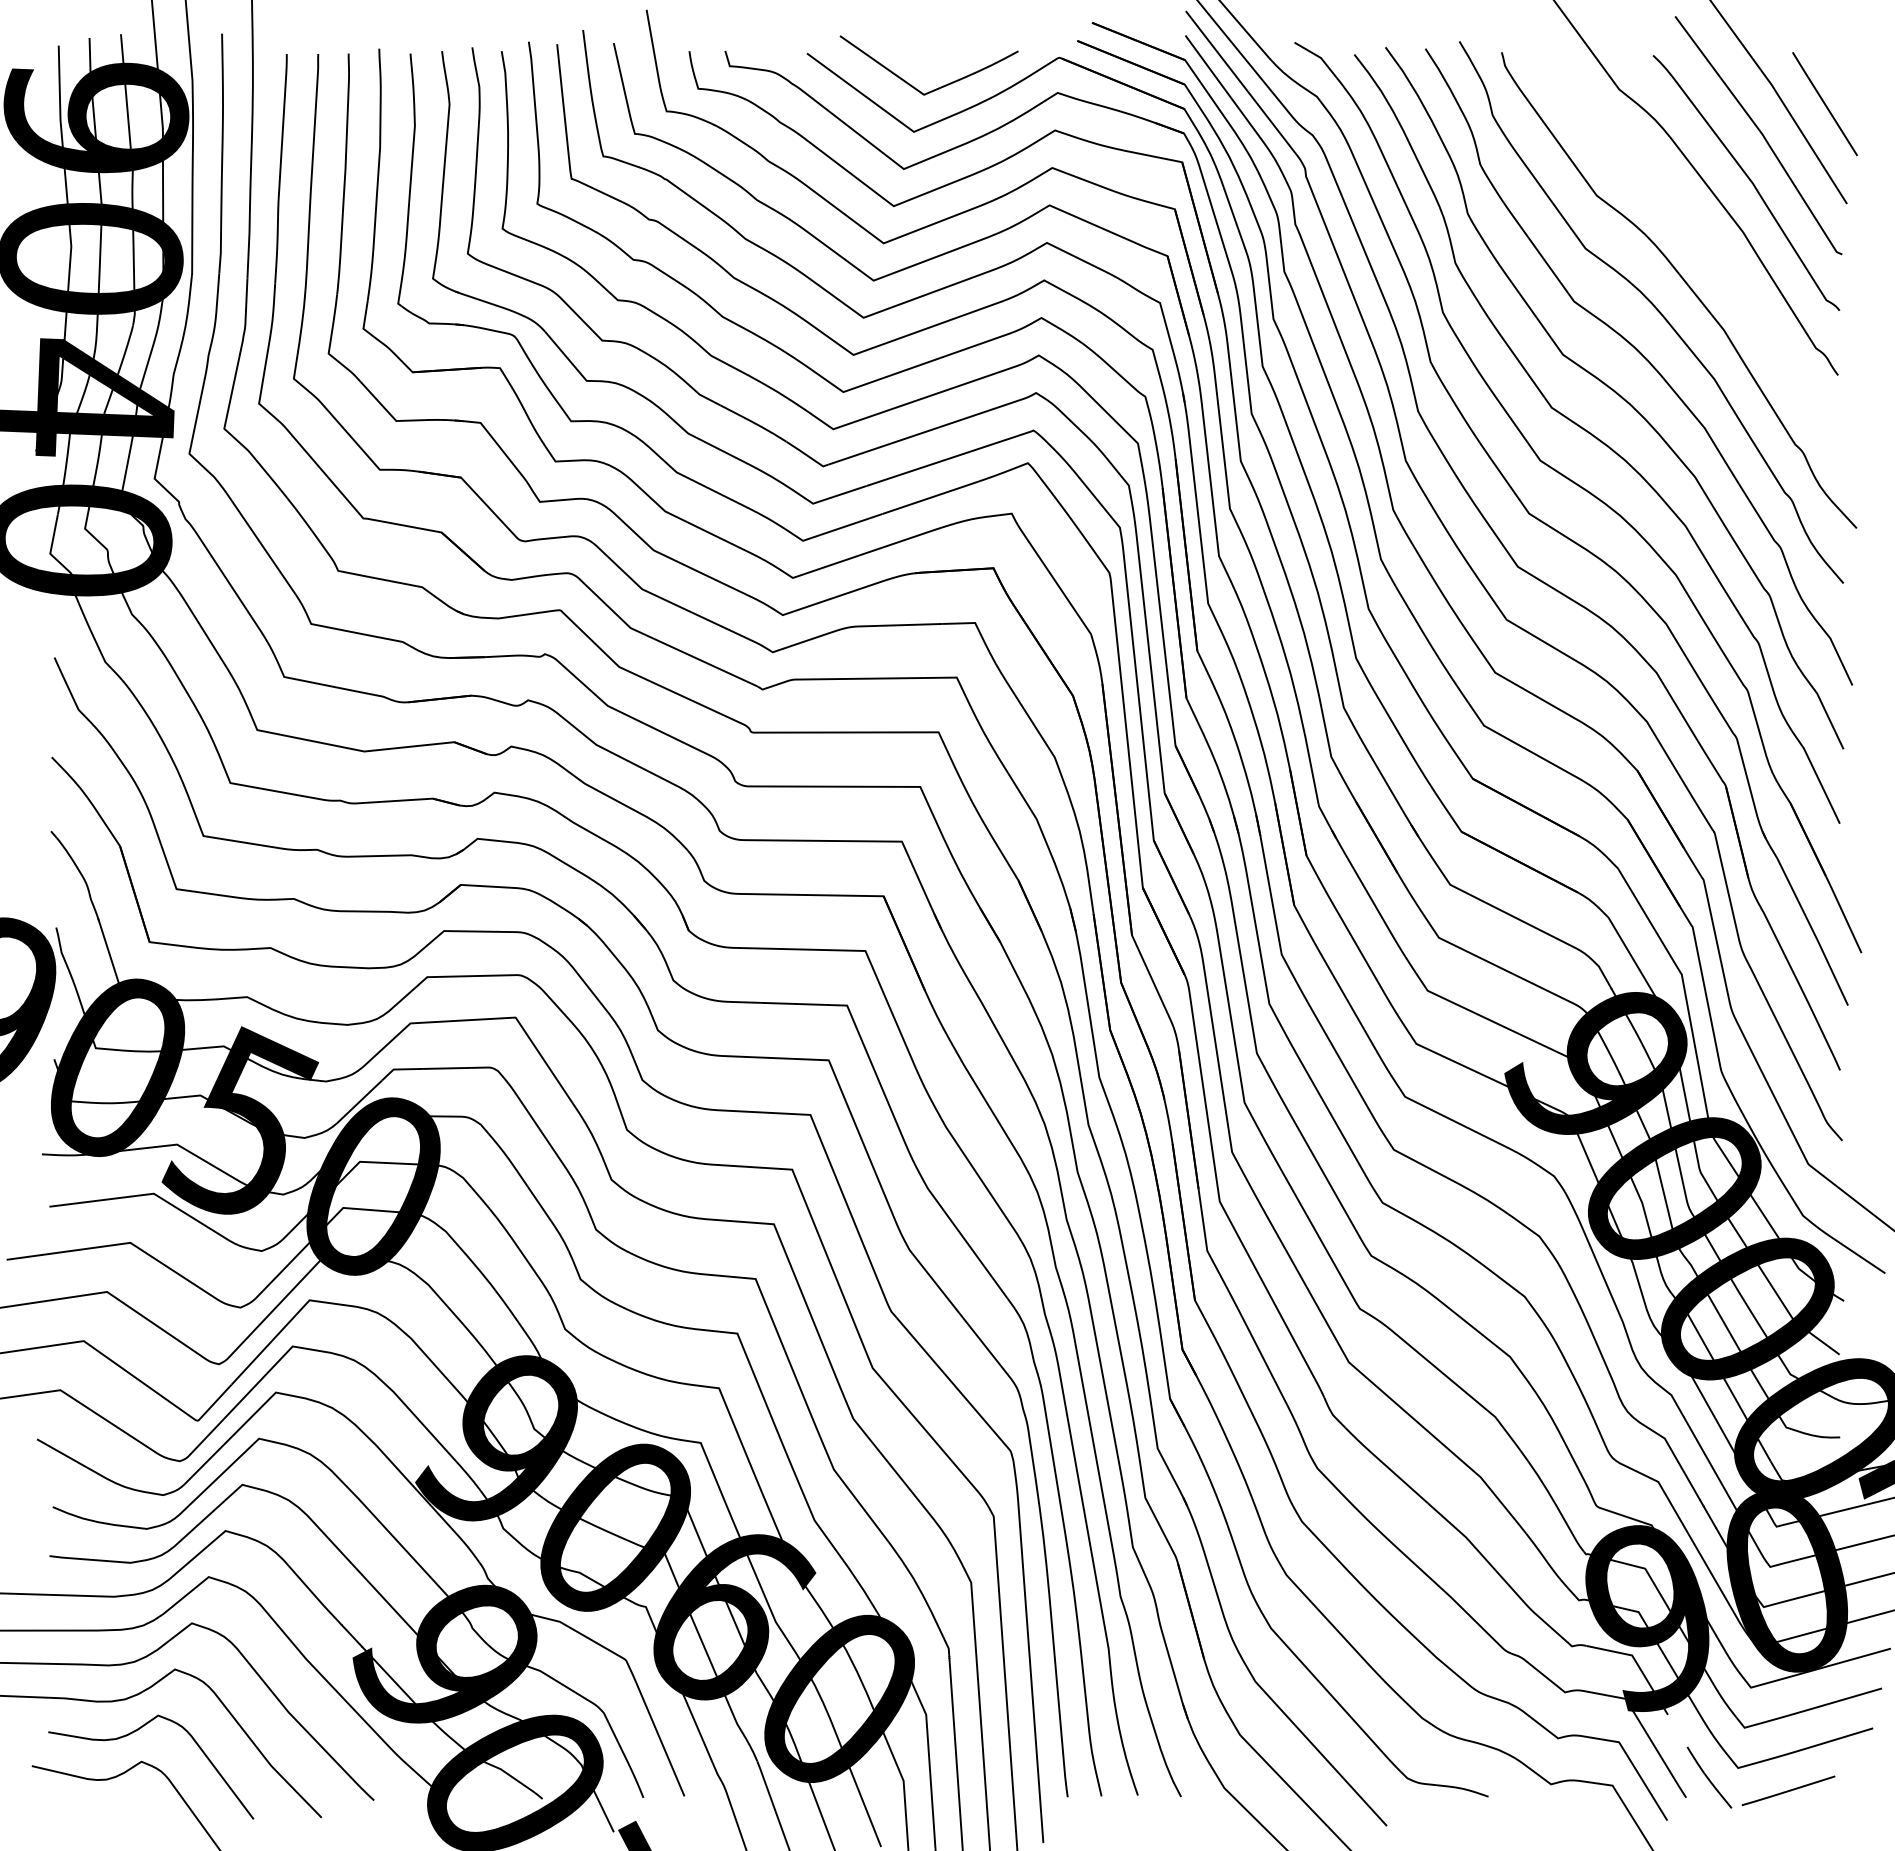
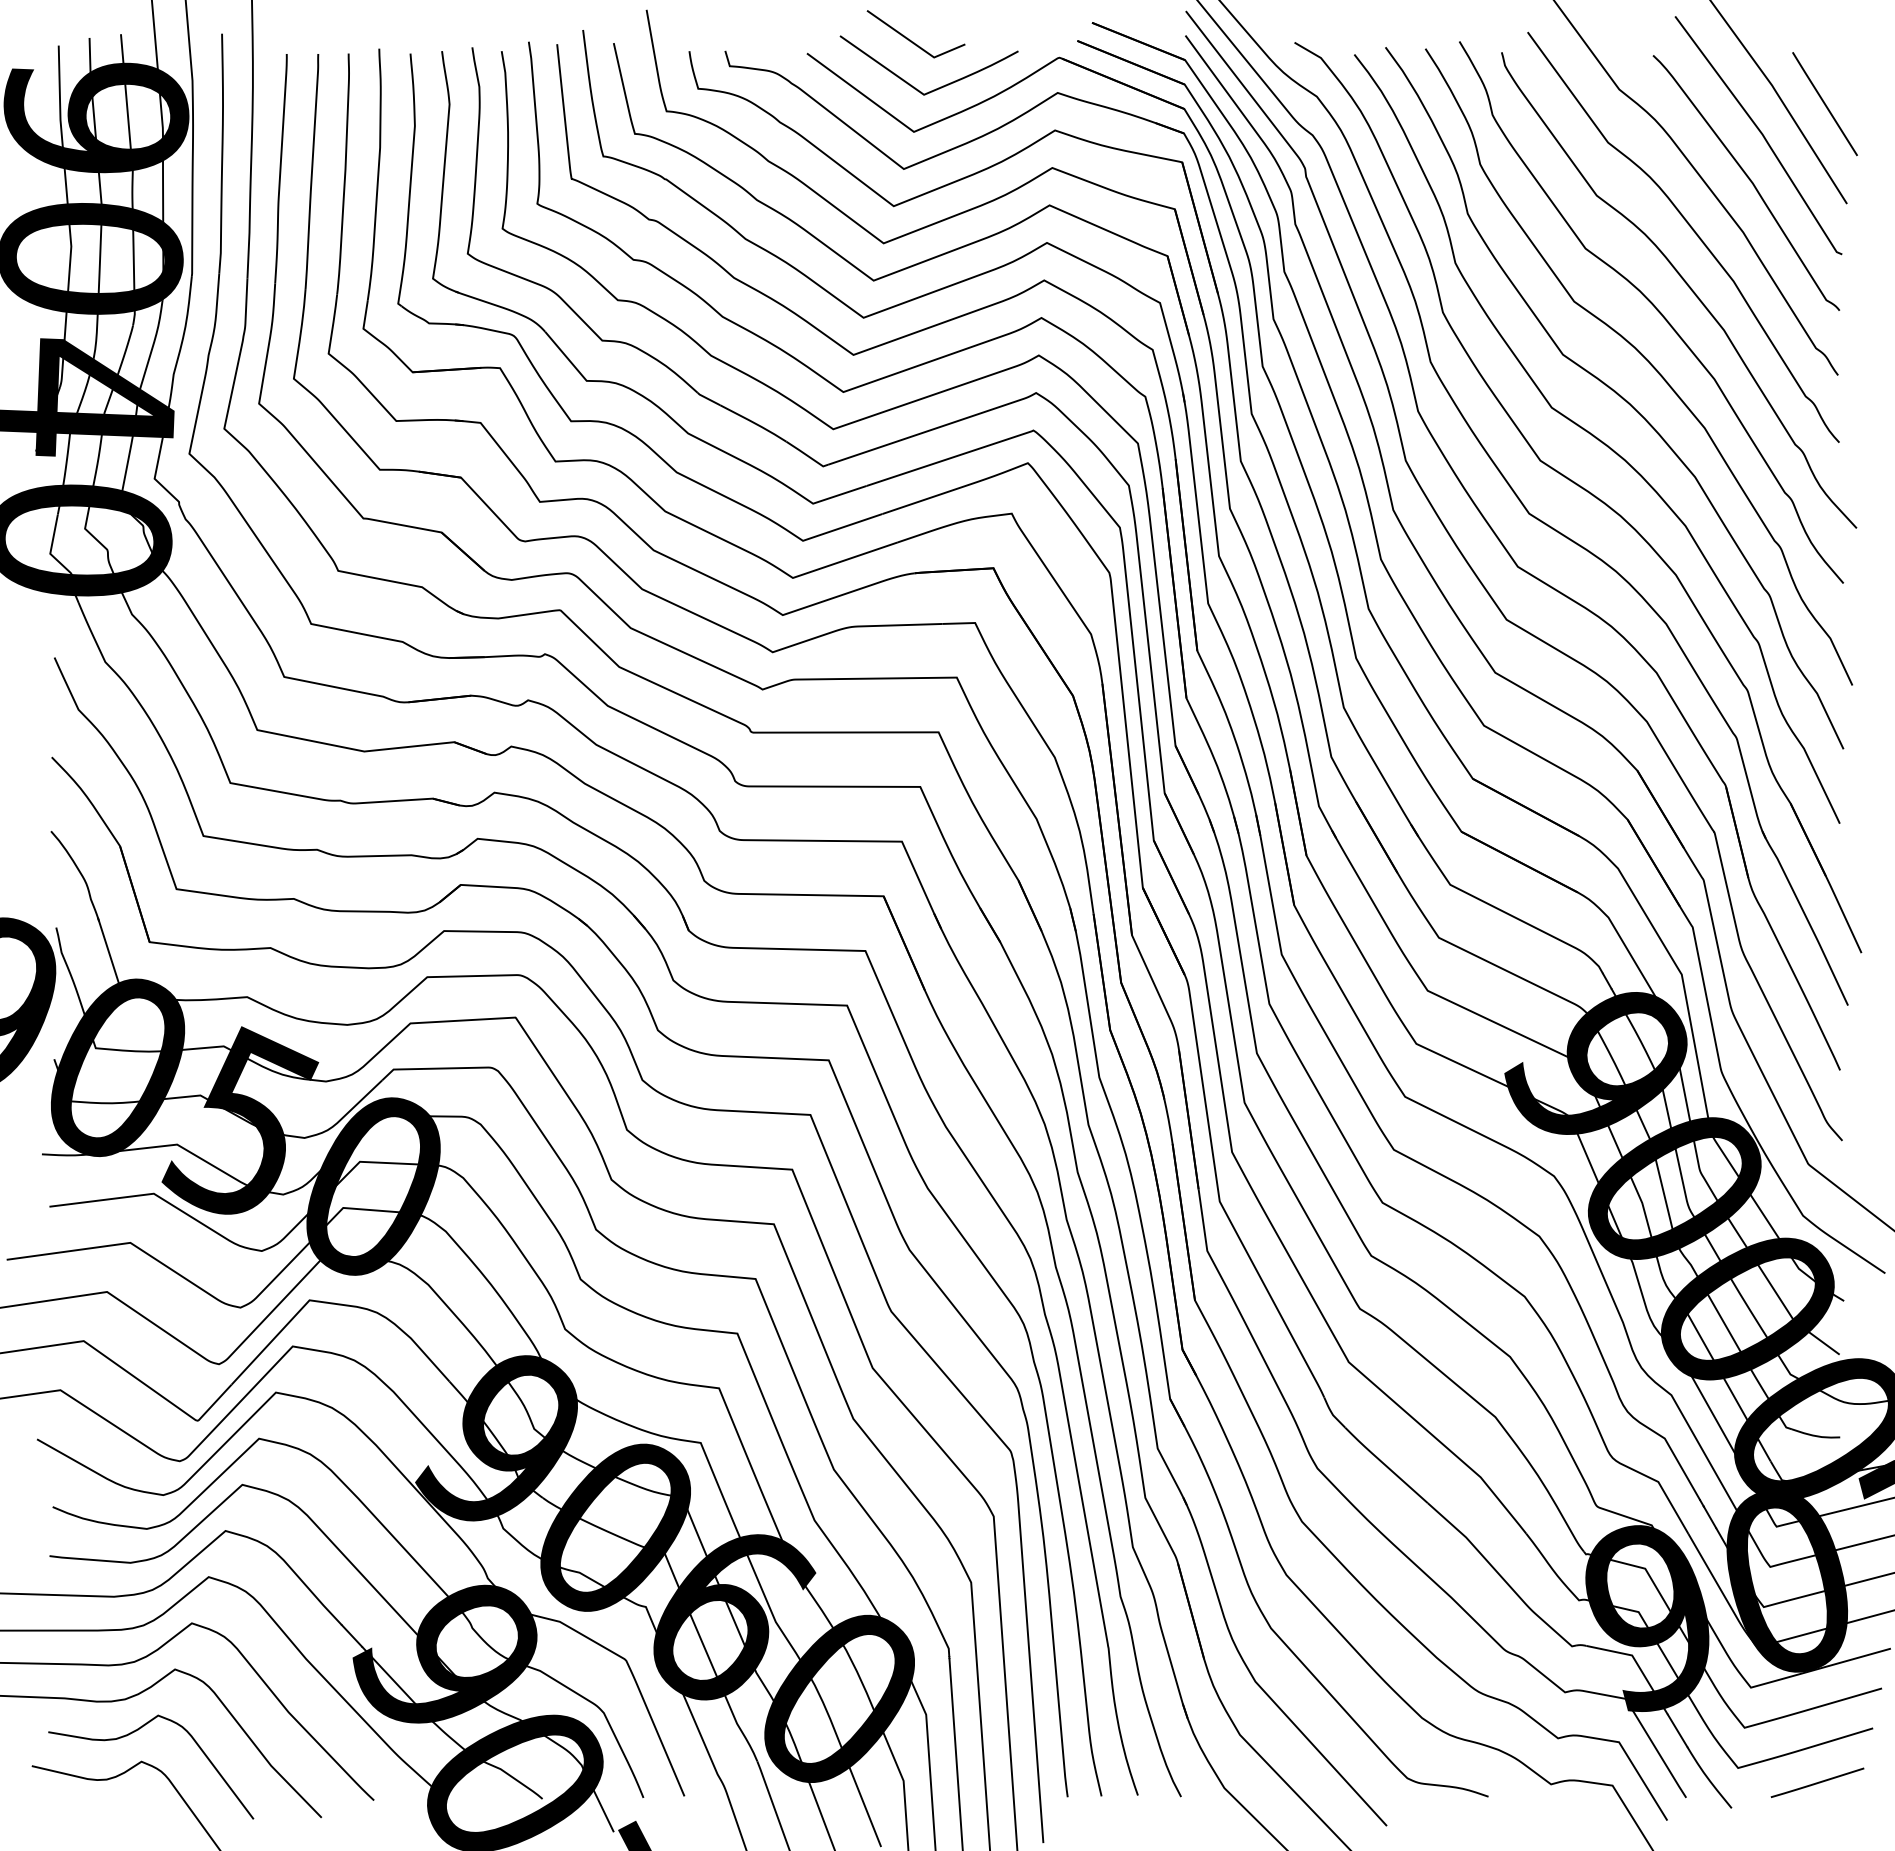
line at (910, 39): none -> present
curve at (1691, 229): none -> present
line at (1677, 1730): none -> present
line at (1788, 1790) position: (1788, 1790) -> (1817, 1782)
